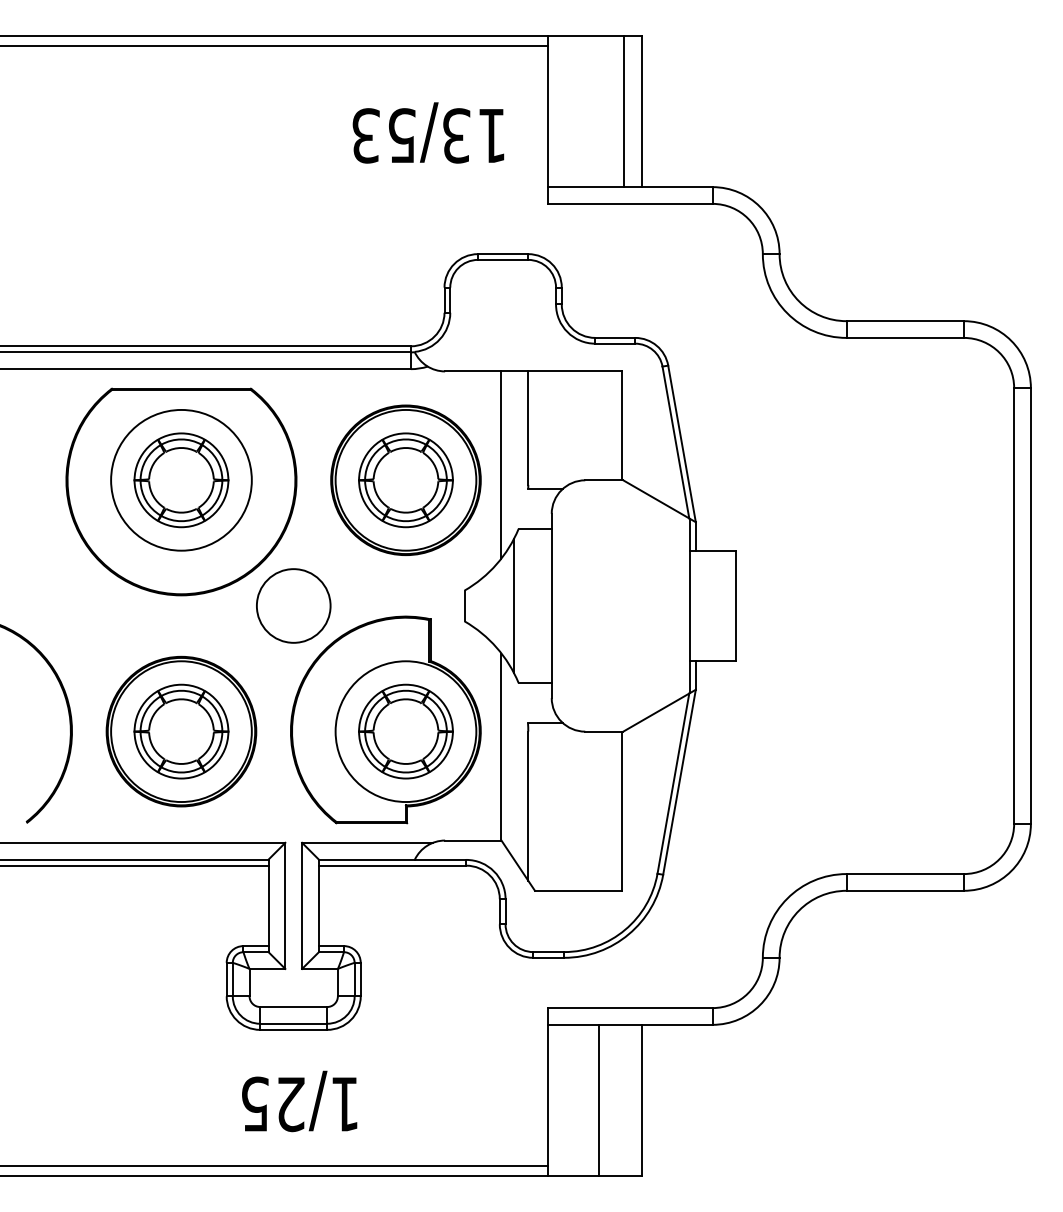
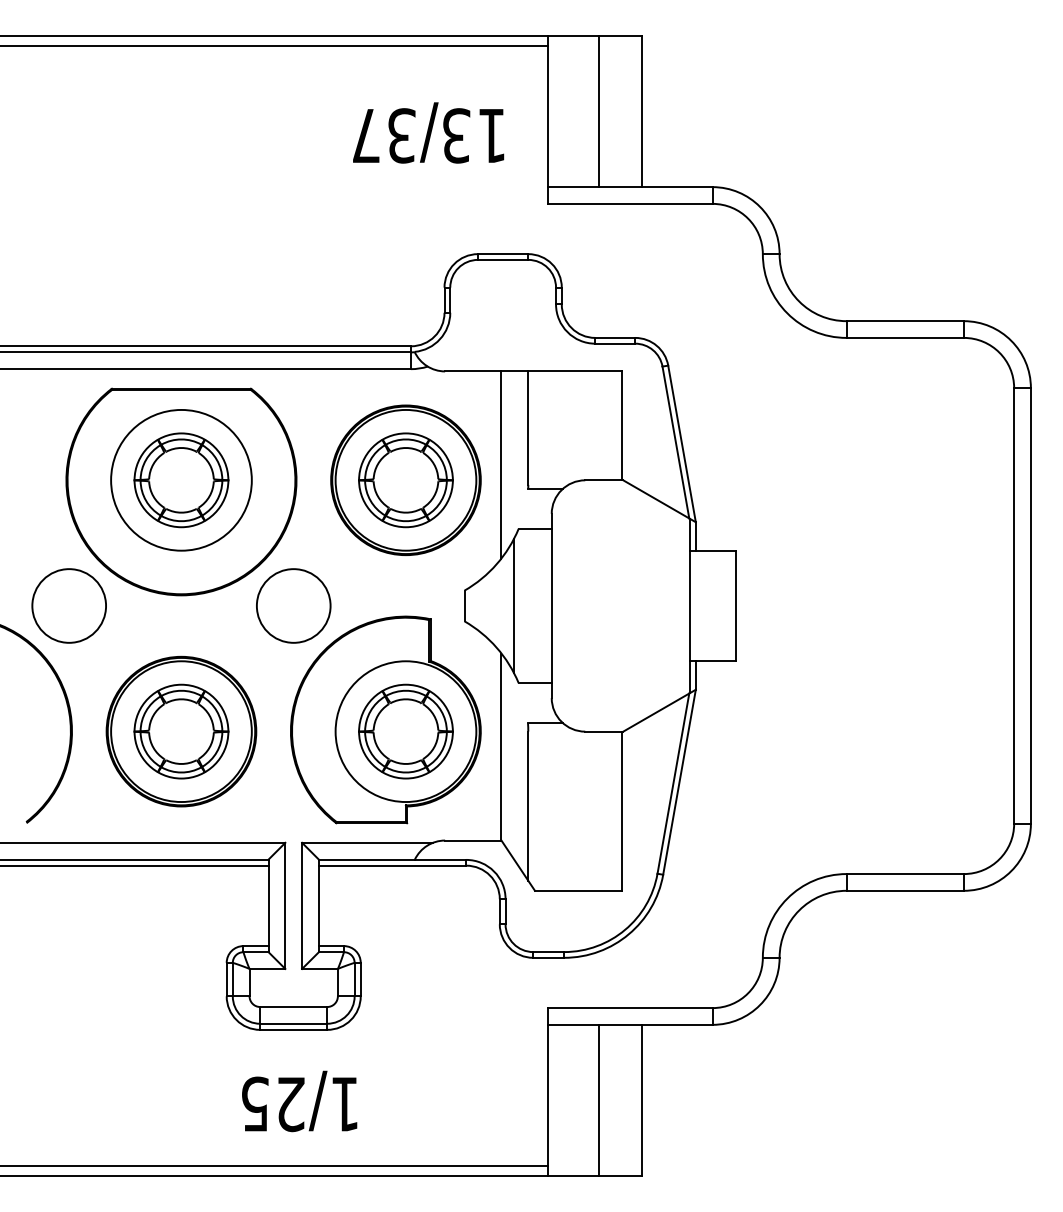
line at (623, 111) position: (623, 111) -> (598, 111)
text at (383, 135): 13/53 -> 13/37
circle at (68, 605): none -> present
